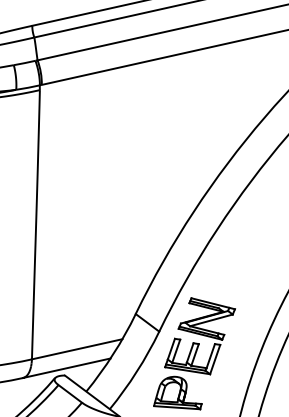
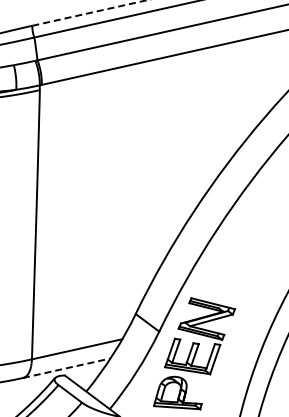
line at (89, 12): solid -> dashed
line at (66, 368): solid -> dashed
